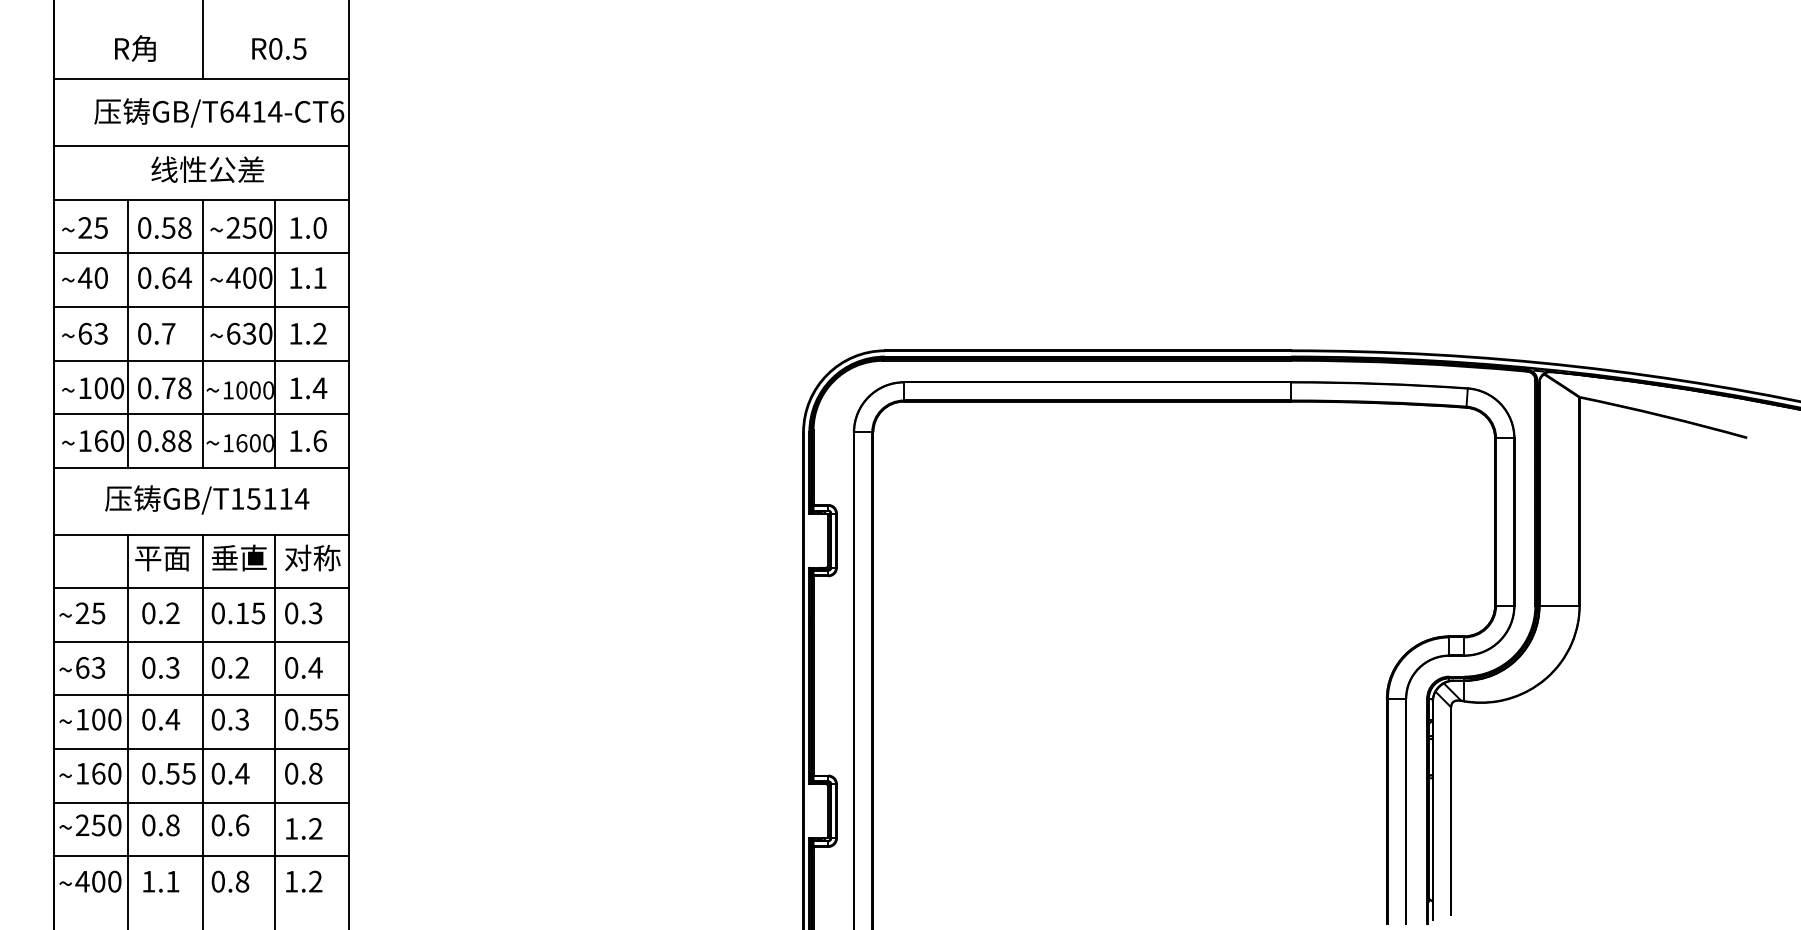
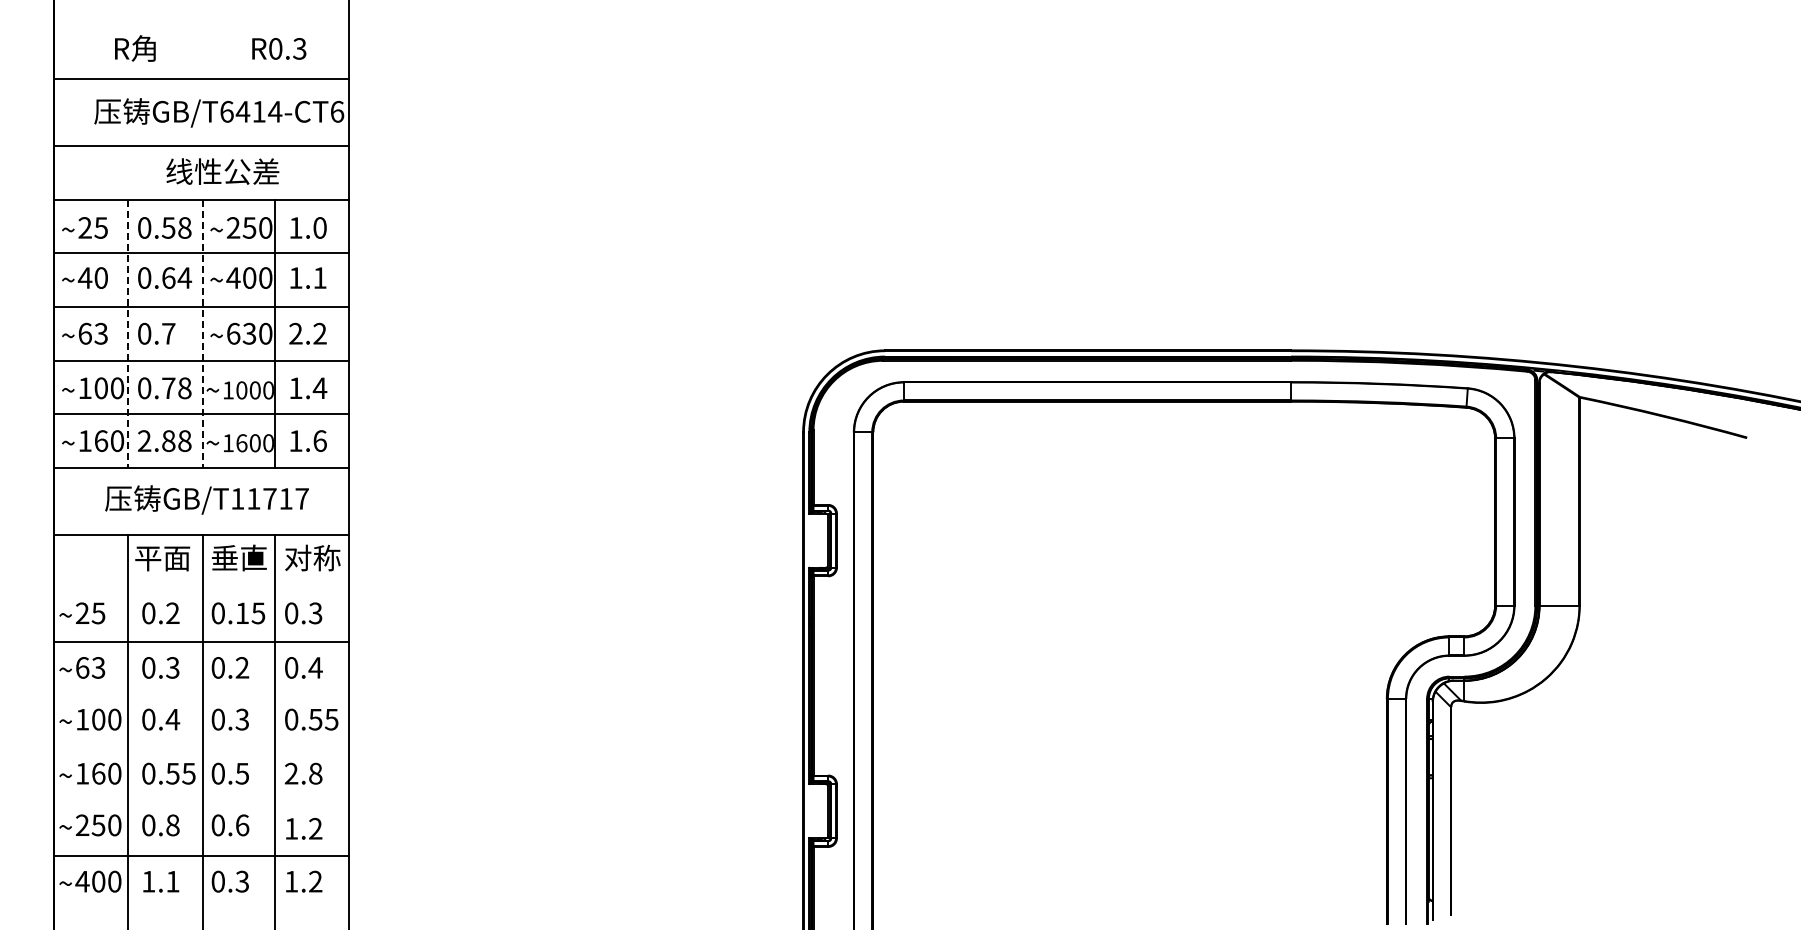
line at (202, 40): present -> none
text at (299, 48): R0.5 -> R0.3
text at (207, 169) position: (207, 169) -> (222, 171)
line at (127, 333): solid -> dashed
line at (202, 333): solid -> dashed
text at (295, 333): 1.2 -> 2.2
text at (144, 441): 0.88 -> 2.88
text at (278, 498): GB/T15114 -> GB/T11717
line at (201, 588): present -> none
line at (201, 695): present -> none
line at (201, 749): present -> none
text at (242, 773): 0.4 -> 0.5
text at (291, 773): 0.8 -> 2.8
line at (201, 802): present -> none
text at (242, 881): 0.8 -> 0.3
